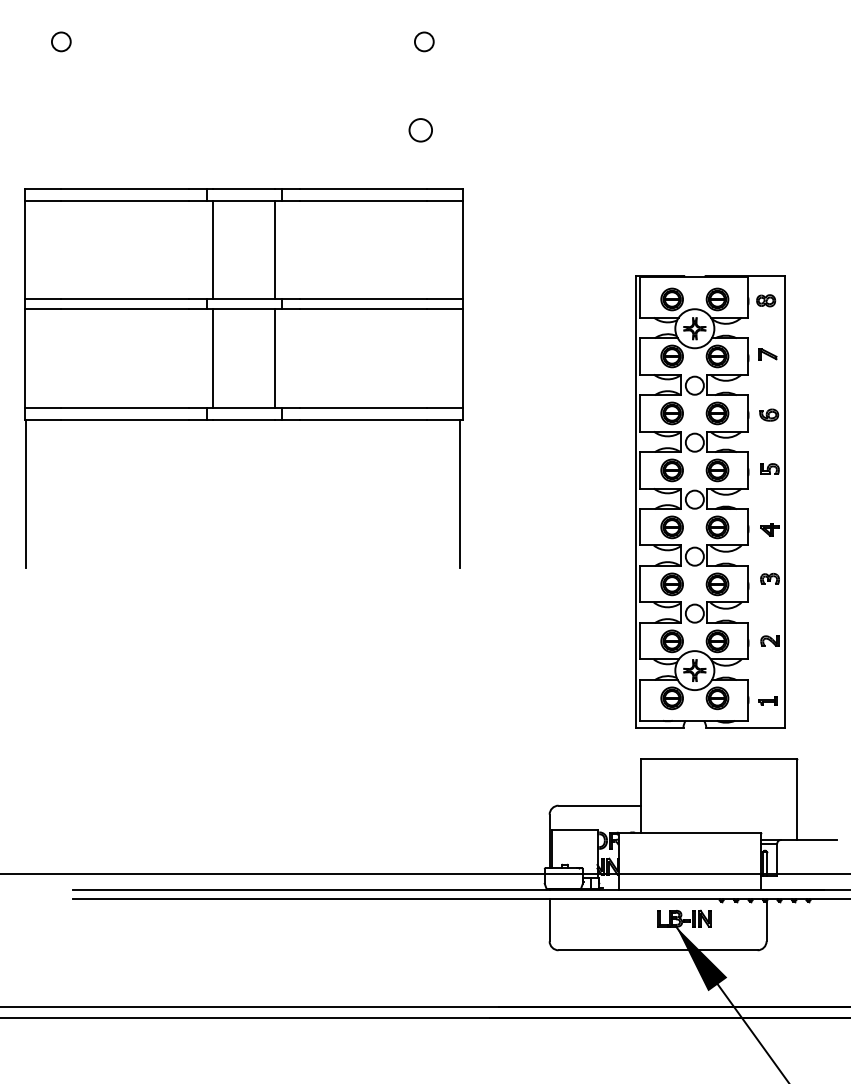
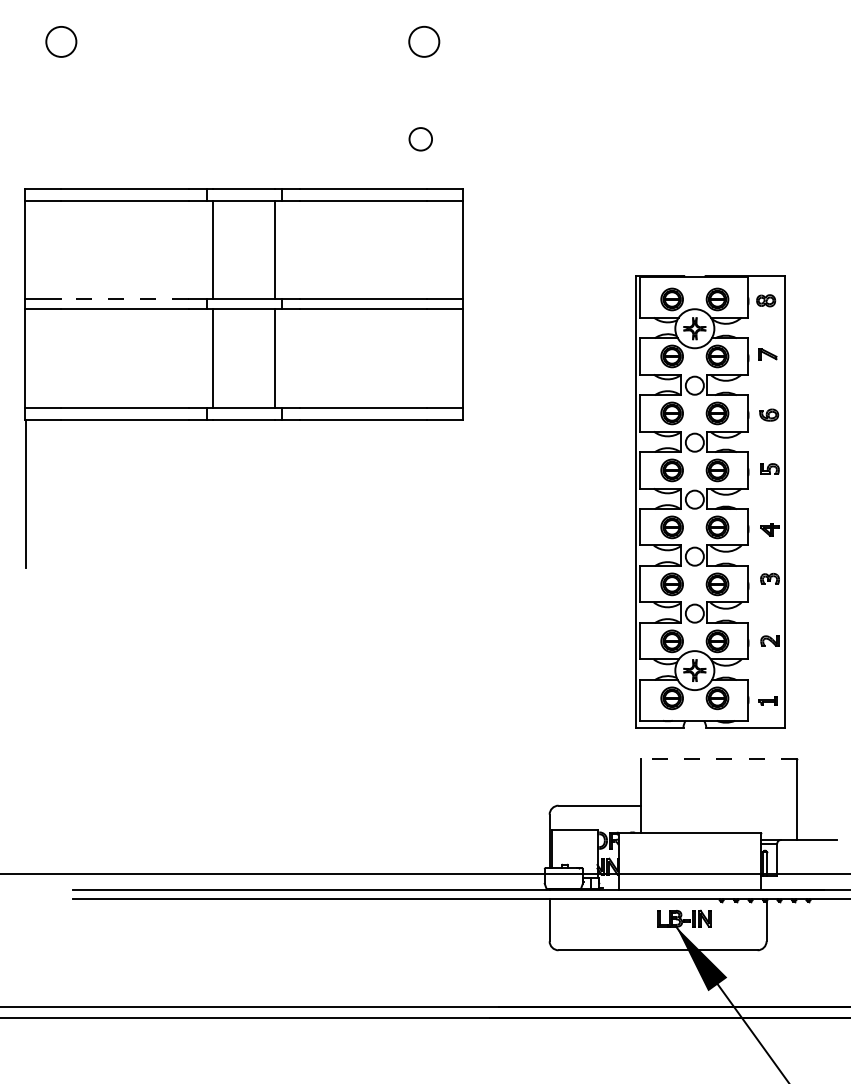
circle at (60, 41) diameter: 19 px -> 30 px
circle at (424, 41) size: 21x22 px -> 33x33 px
circle at (420, 130) position: (420, 130) -> (420, 139)
line at (124, 299): solid -> dashed
line at (460, 494): present -> none
line at (718, 758): solid -> dashed
